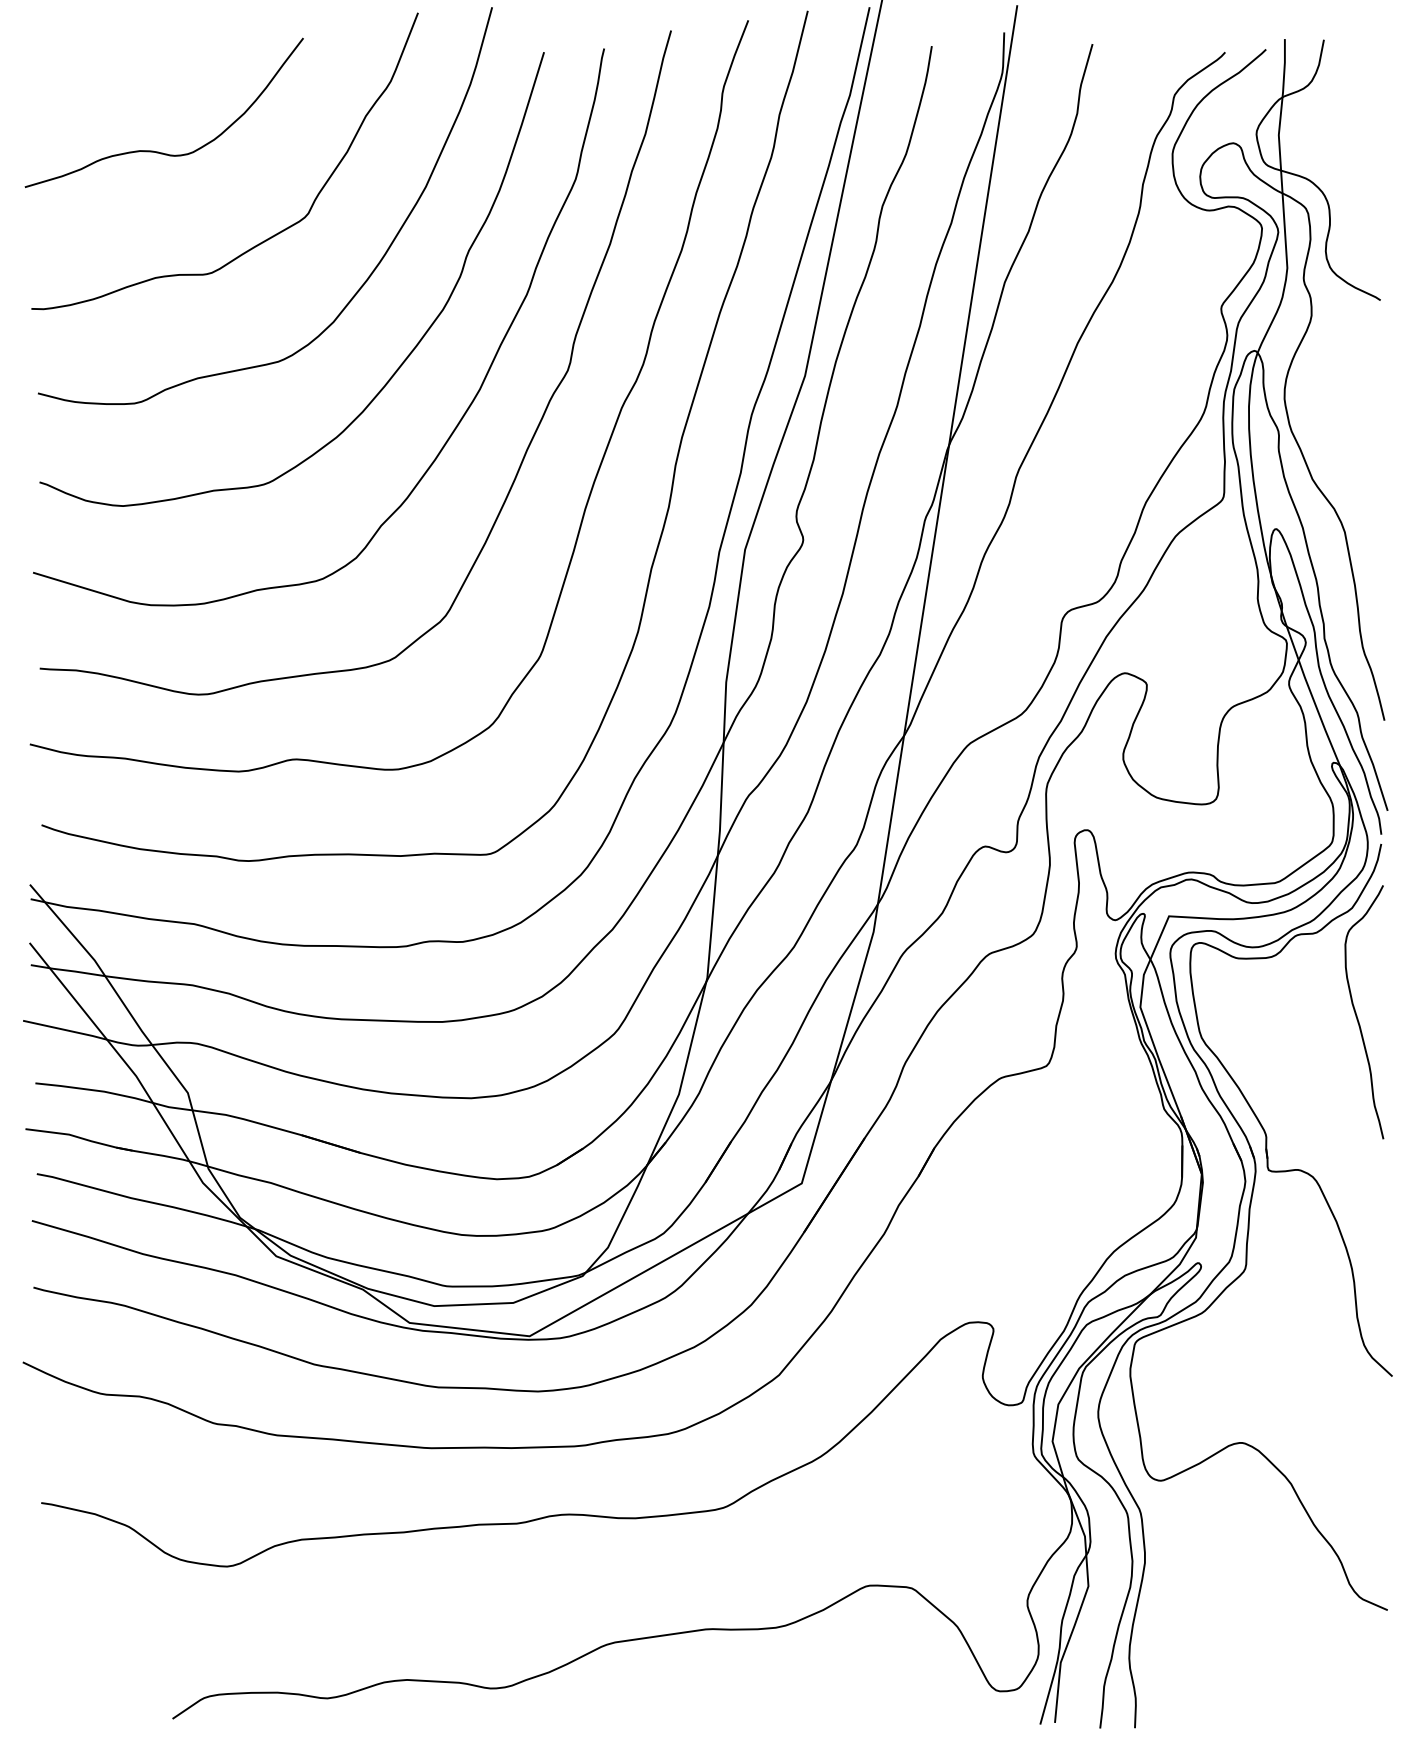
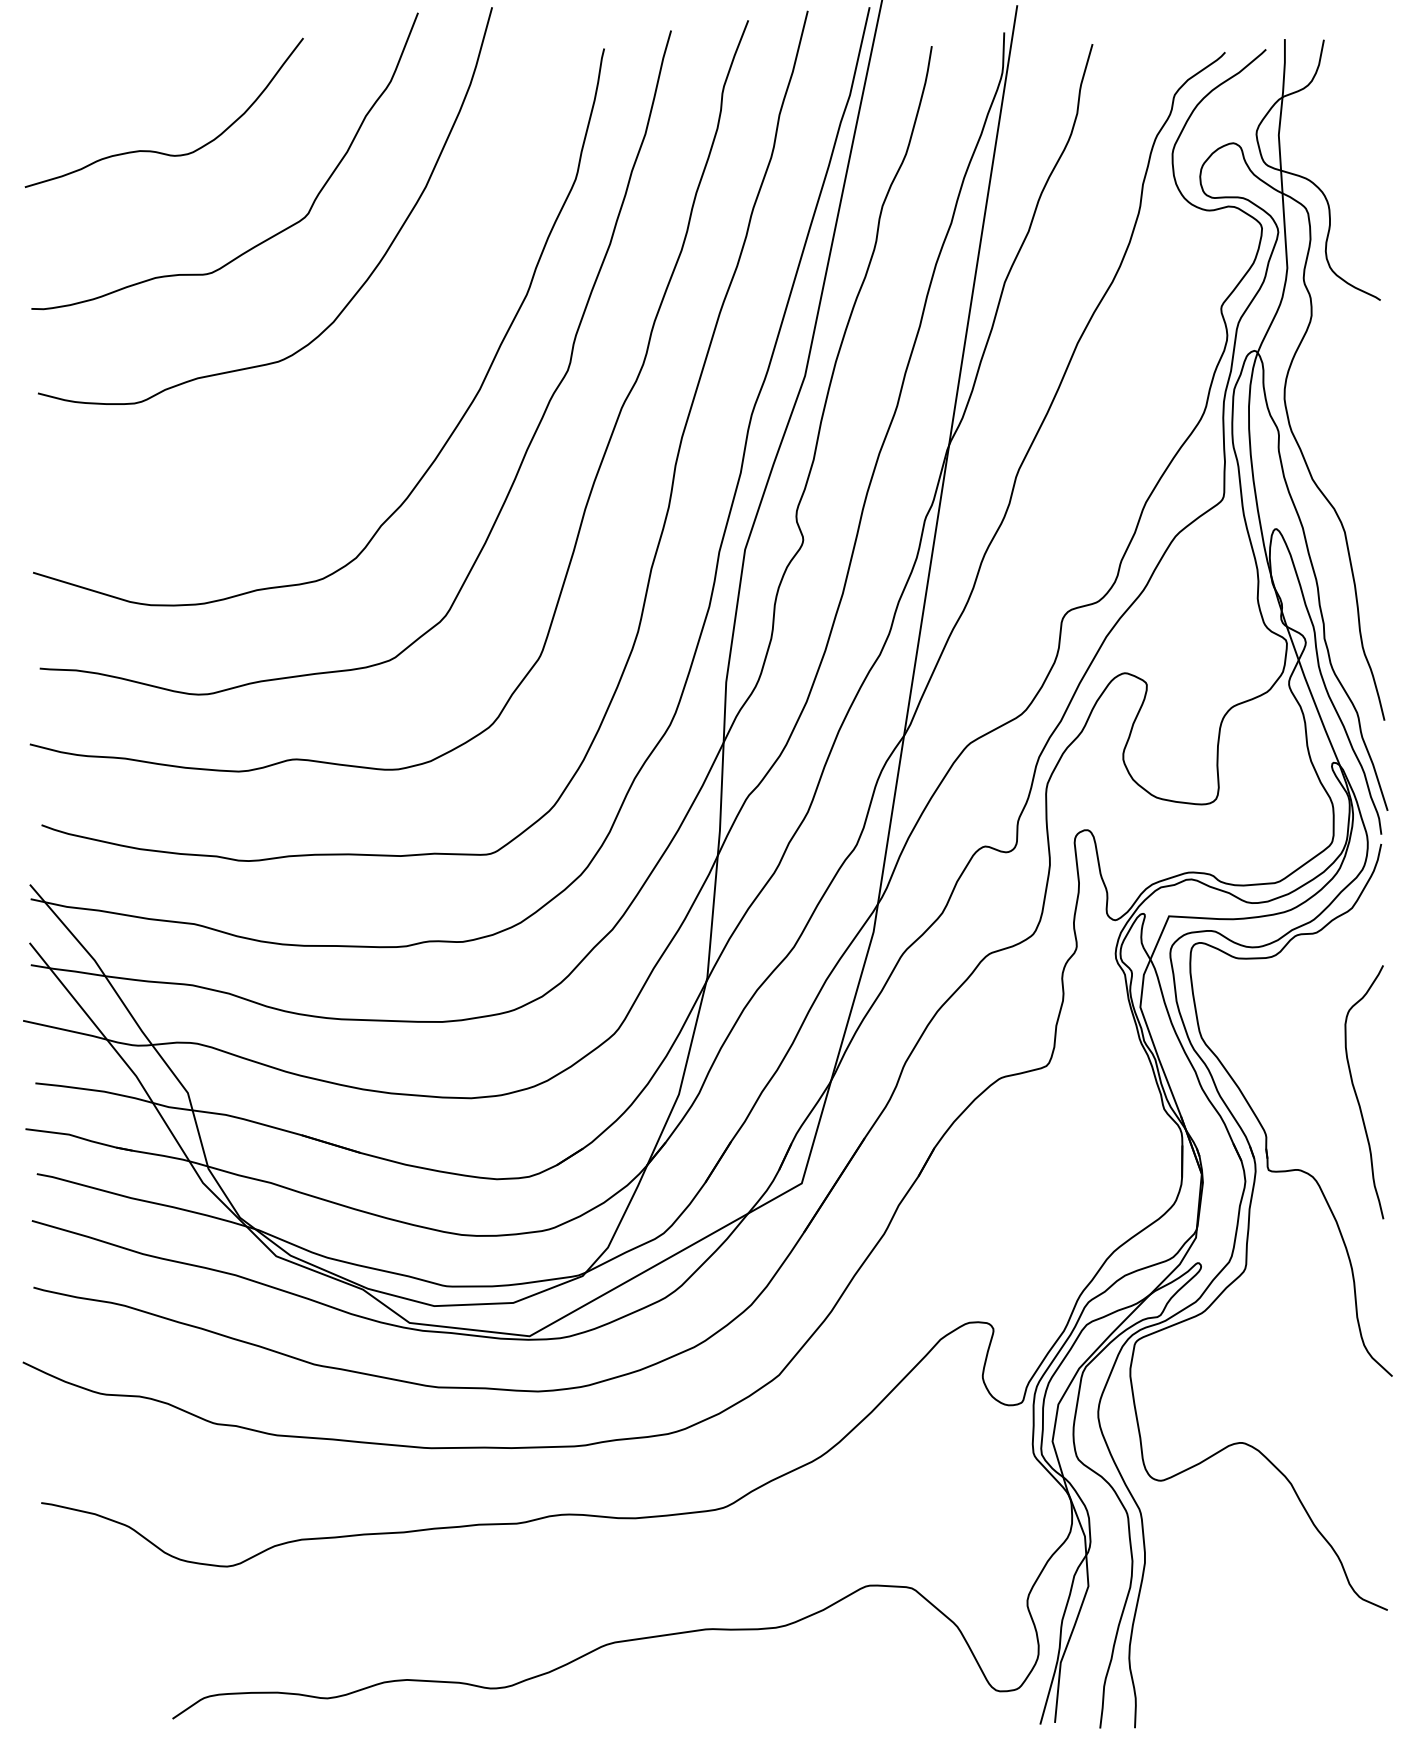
curve at (399, 365): present -> none
curve at (1357, 1015) position: (1357, 1015) -> (1357, 1095)
